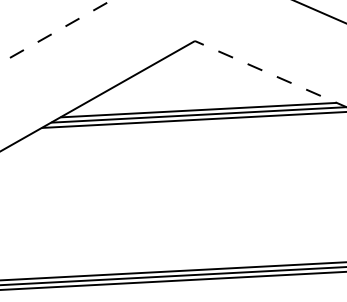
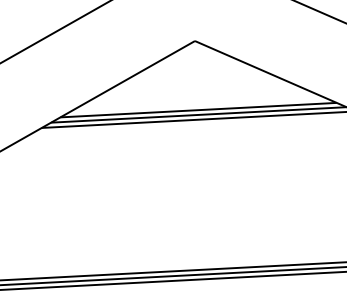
line at (55, 31): dashed -> solid
line at (270, 73): dashed -> solid
